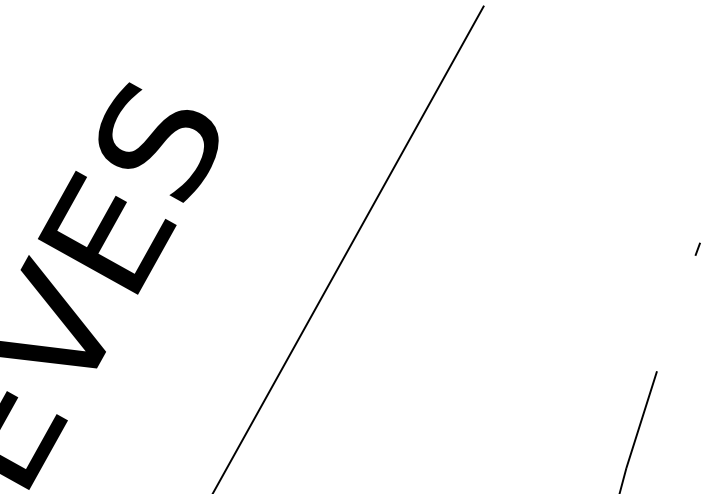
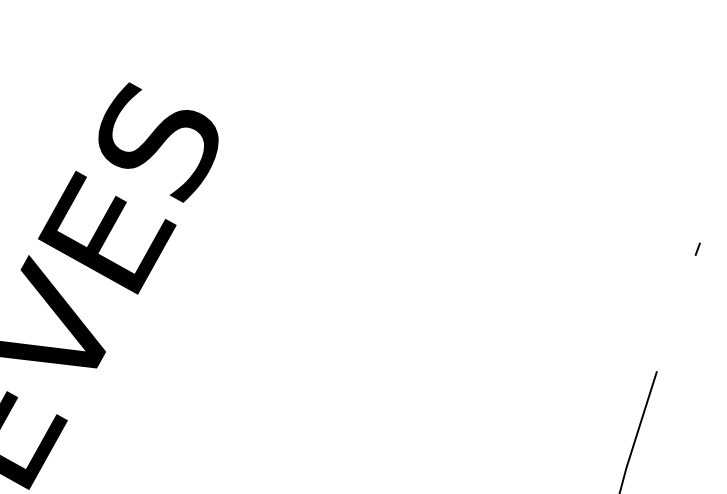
line at (348, 248): present -> none
